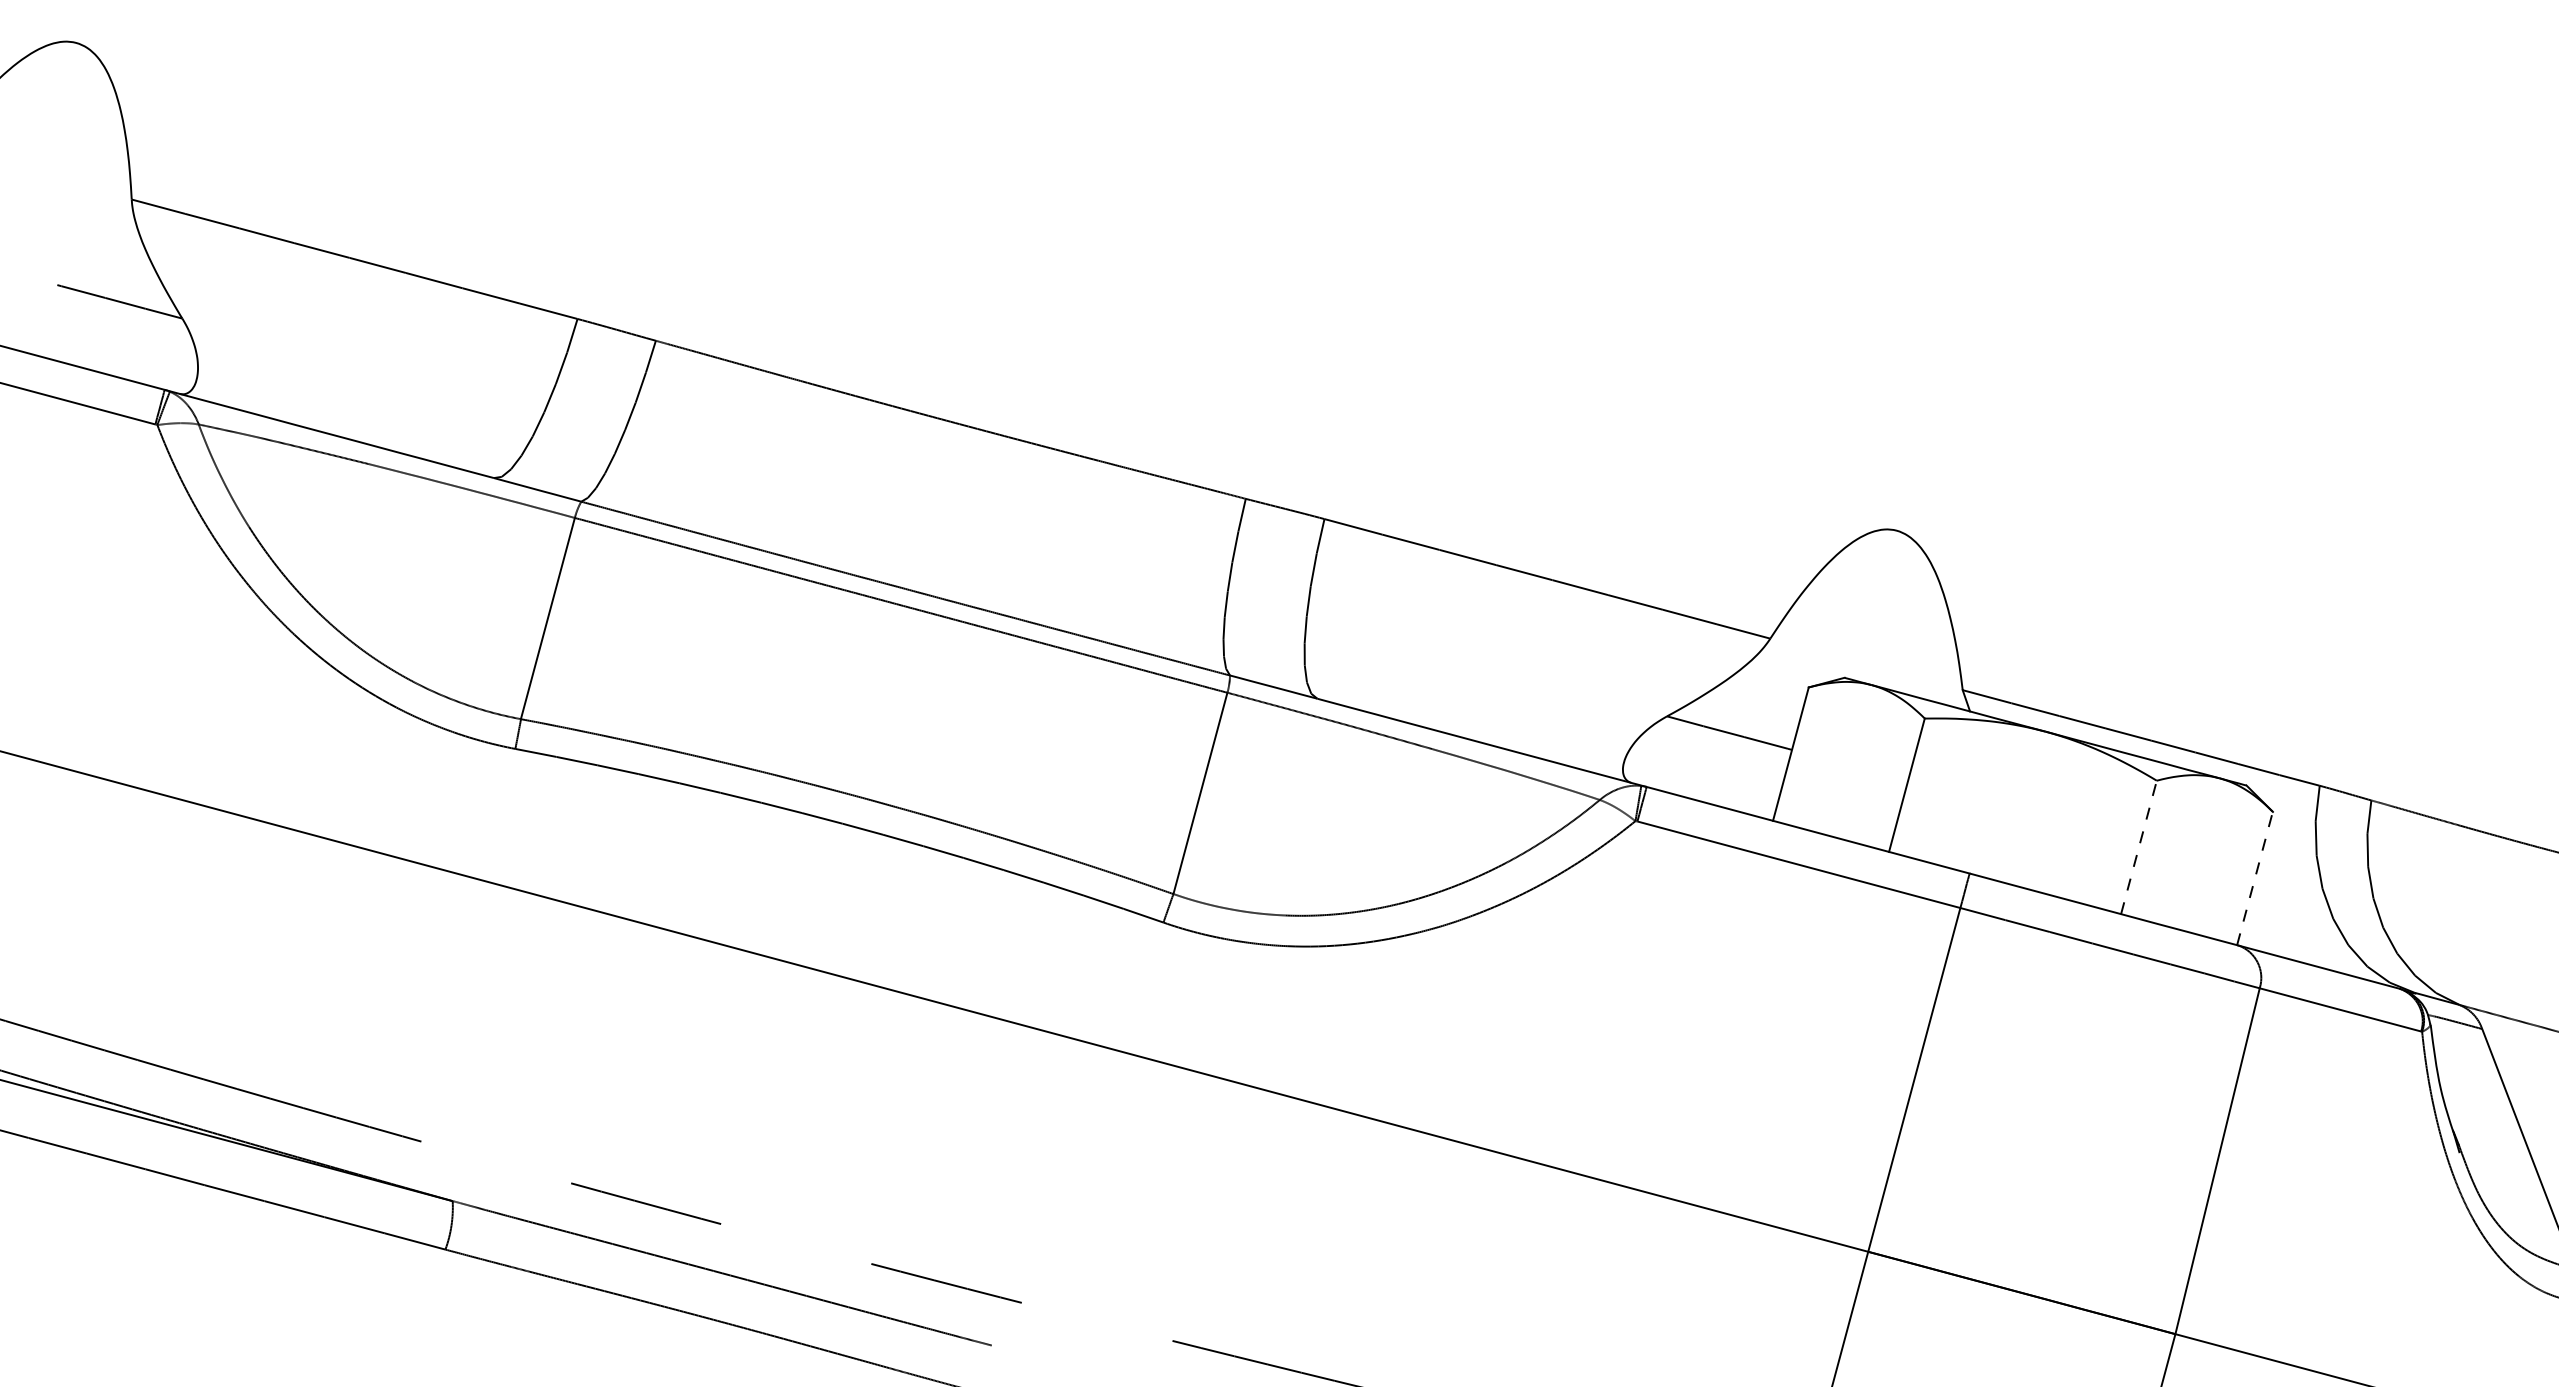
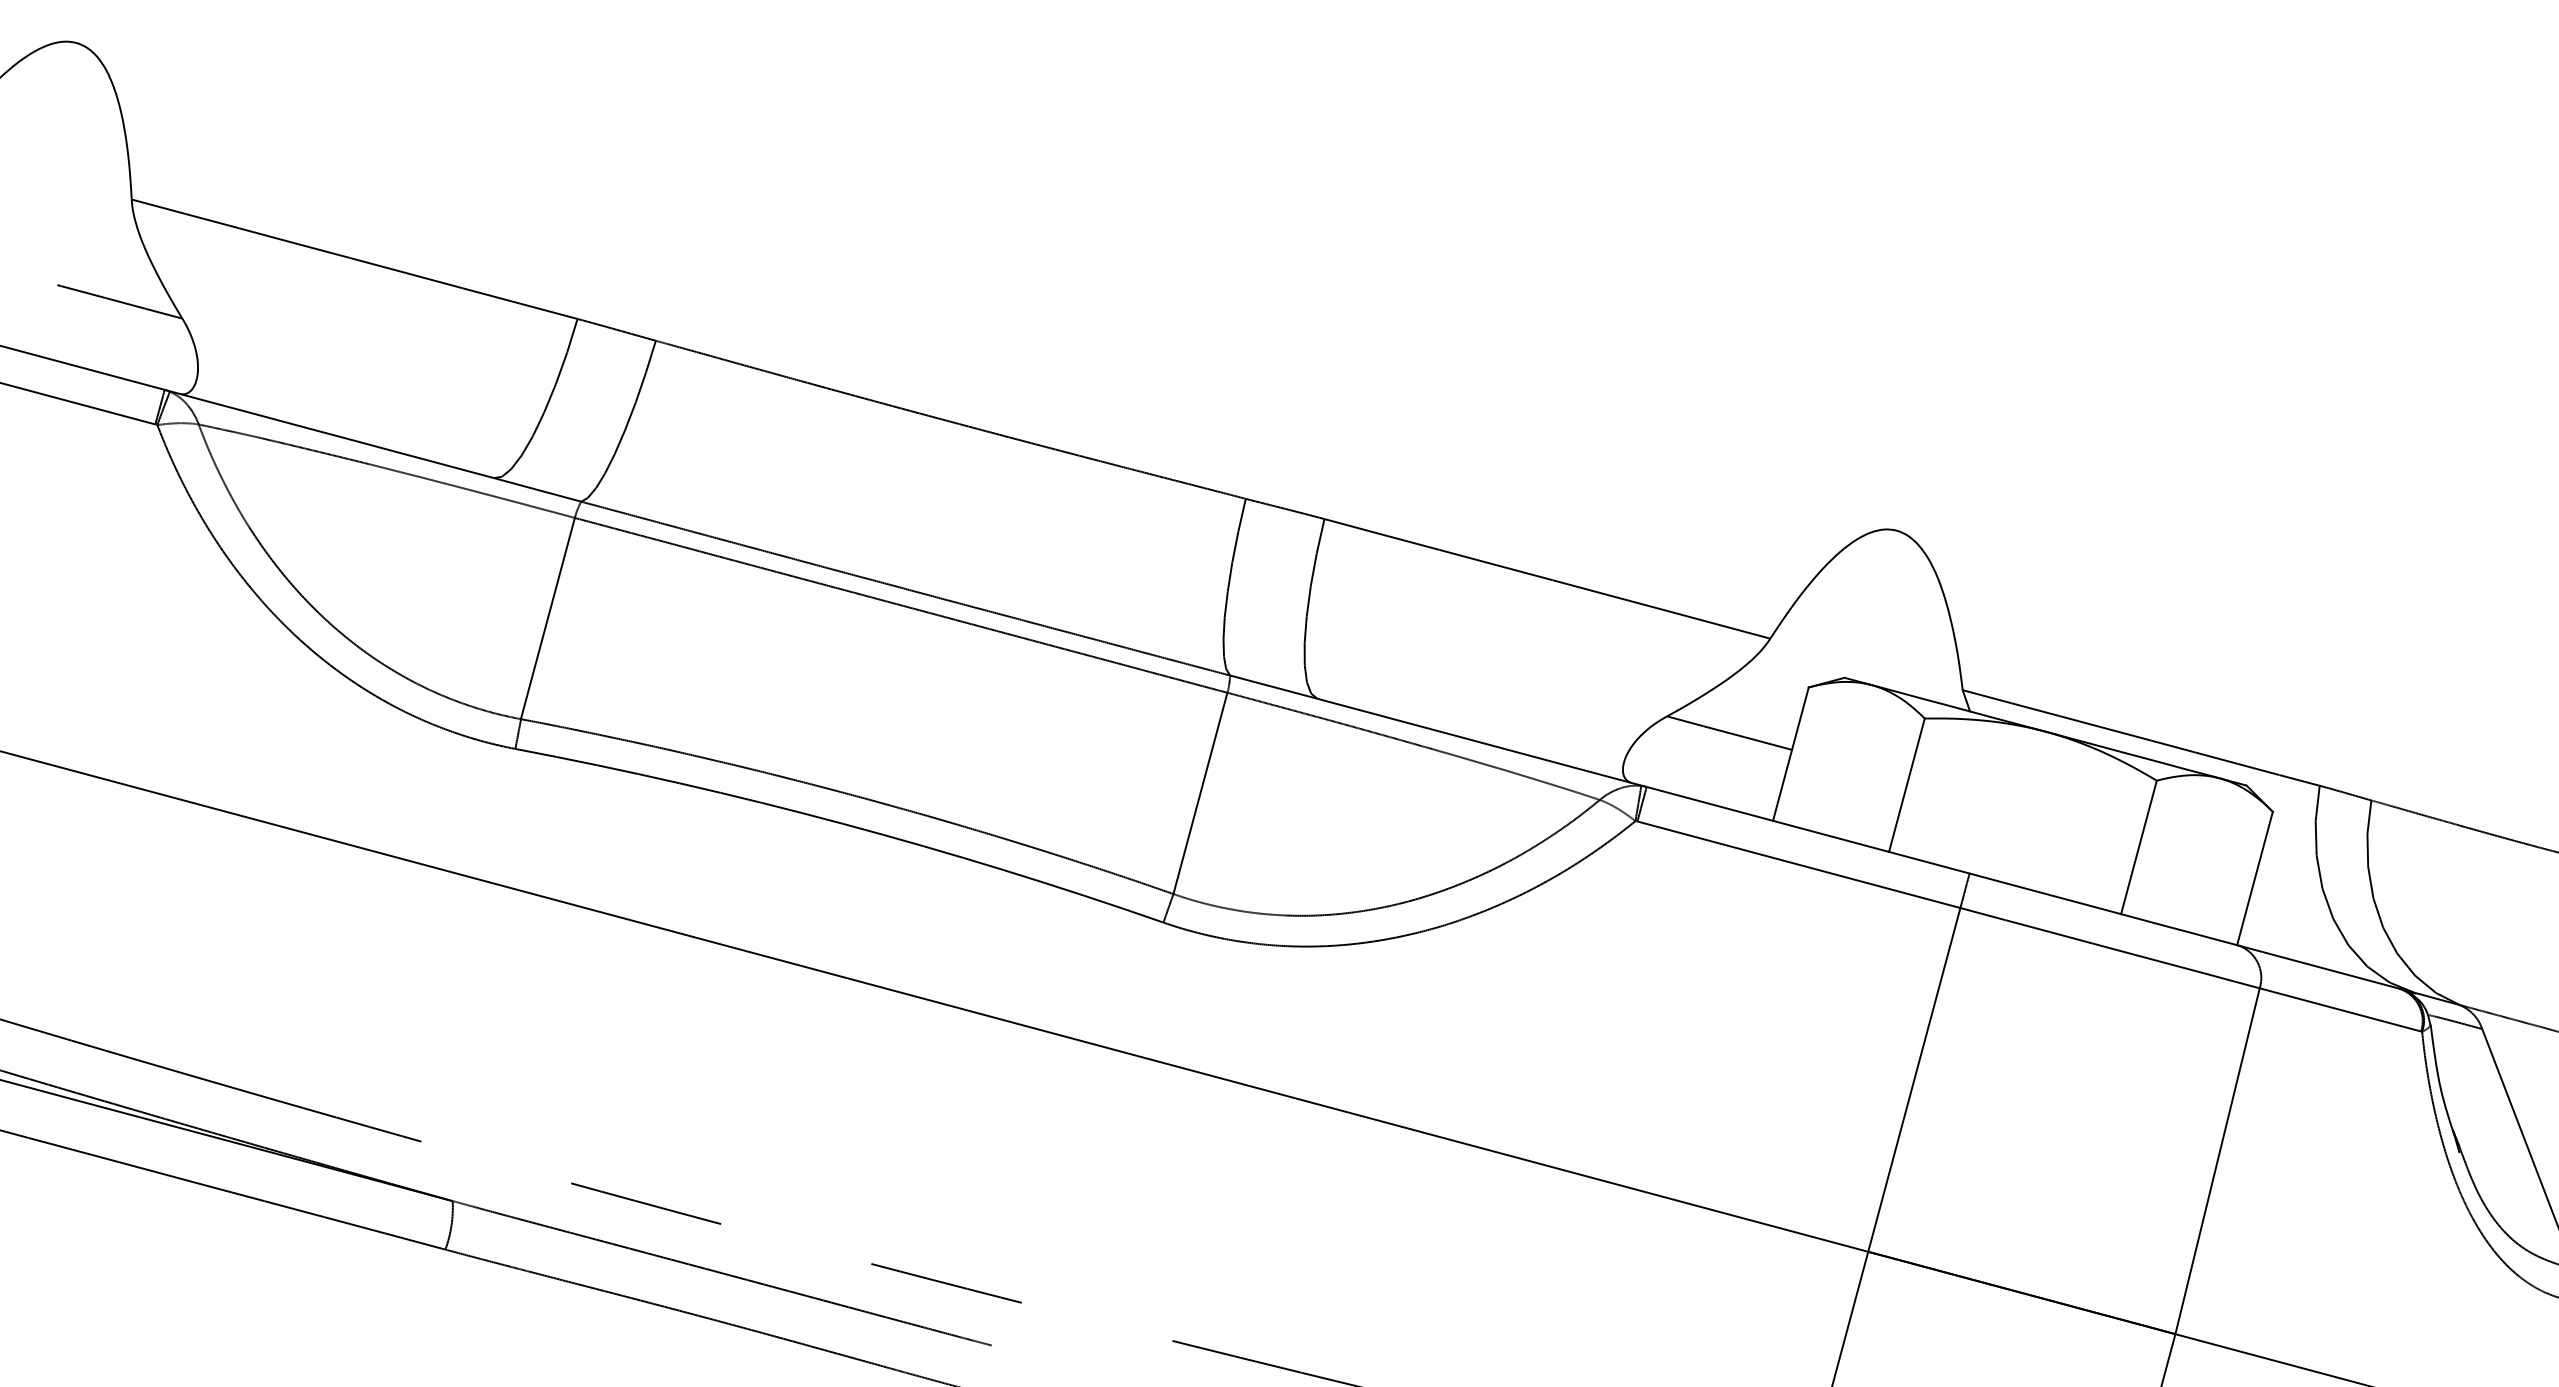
line at (2139, 846): dashed -> solid
line at (2255, 878): dashed -> solid
